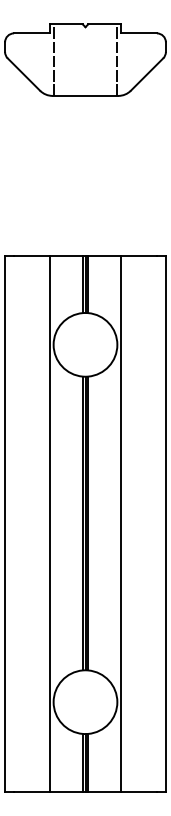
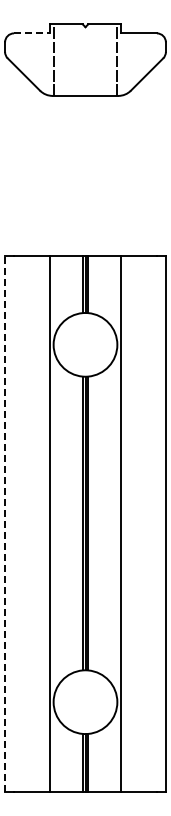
line at (31, 33): solid -> dashed
line at (5, 523): solid -> dashed
